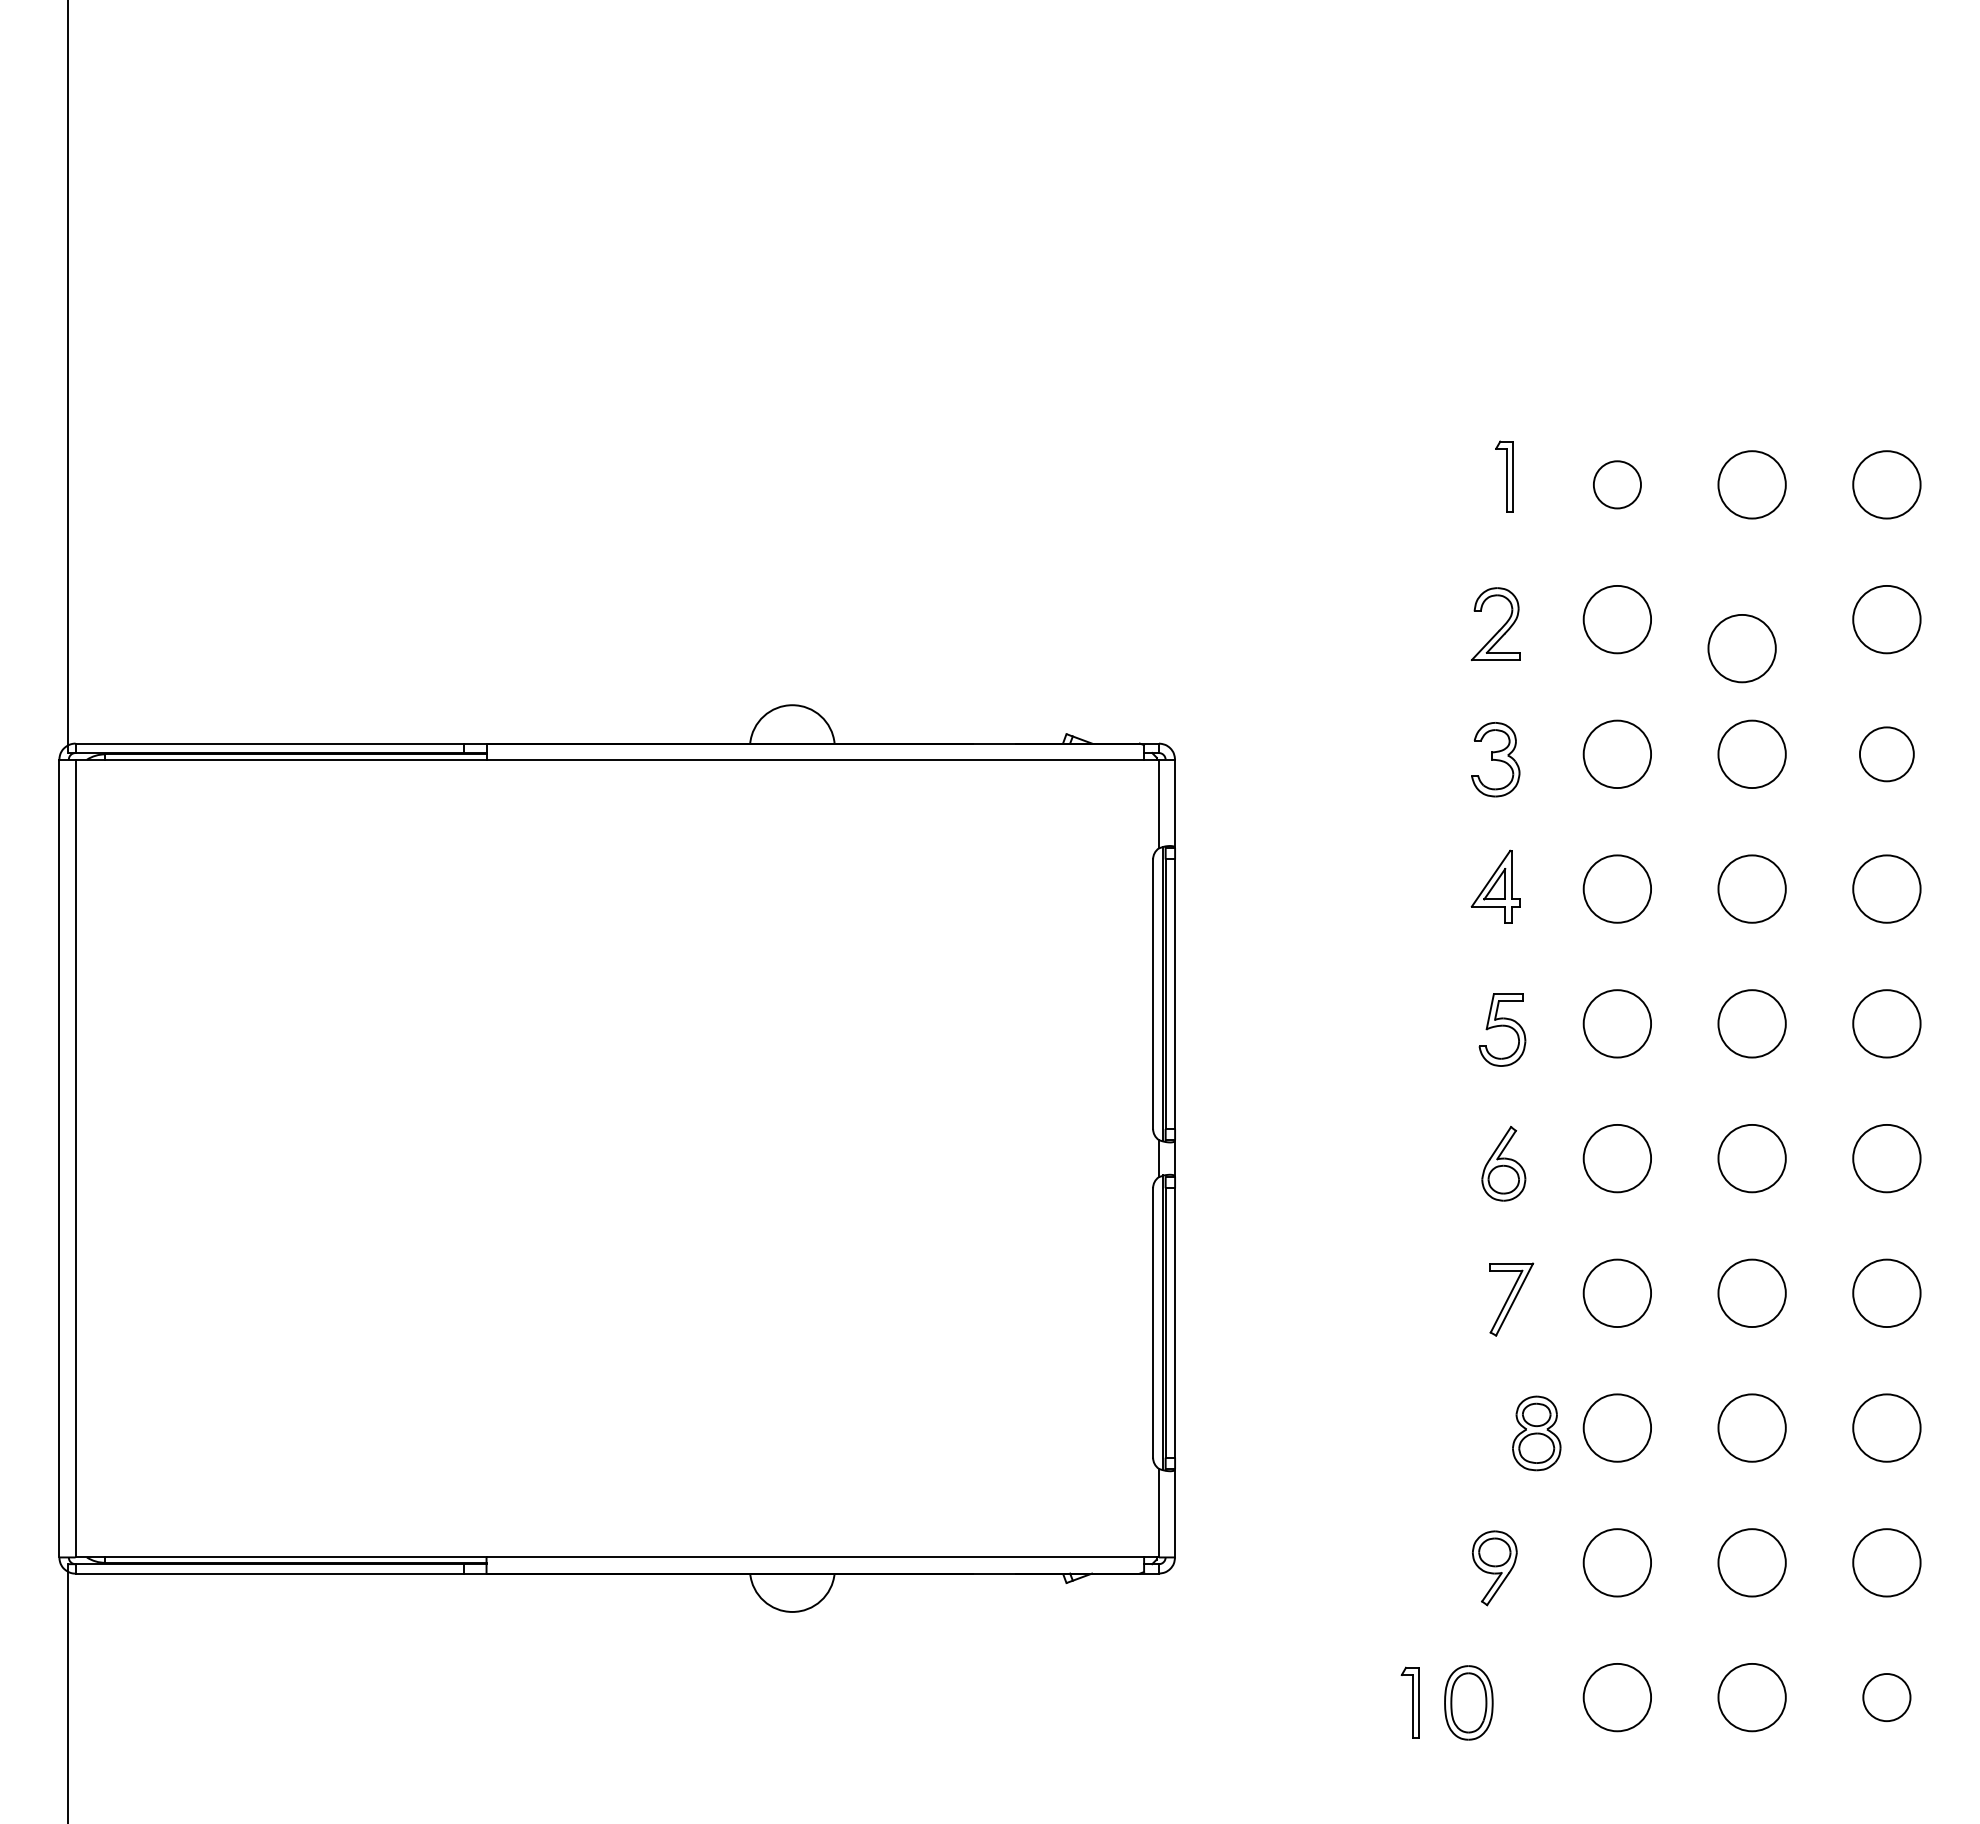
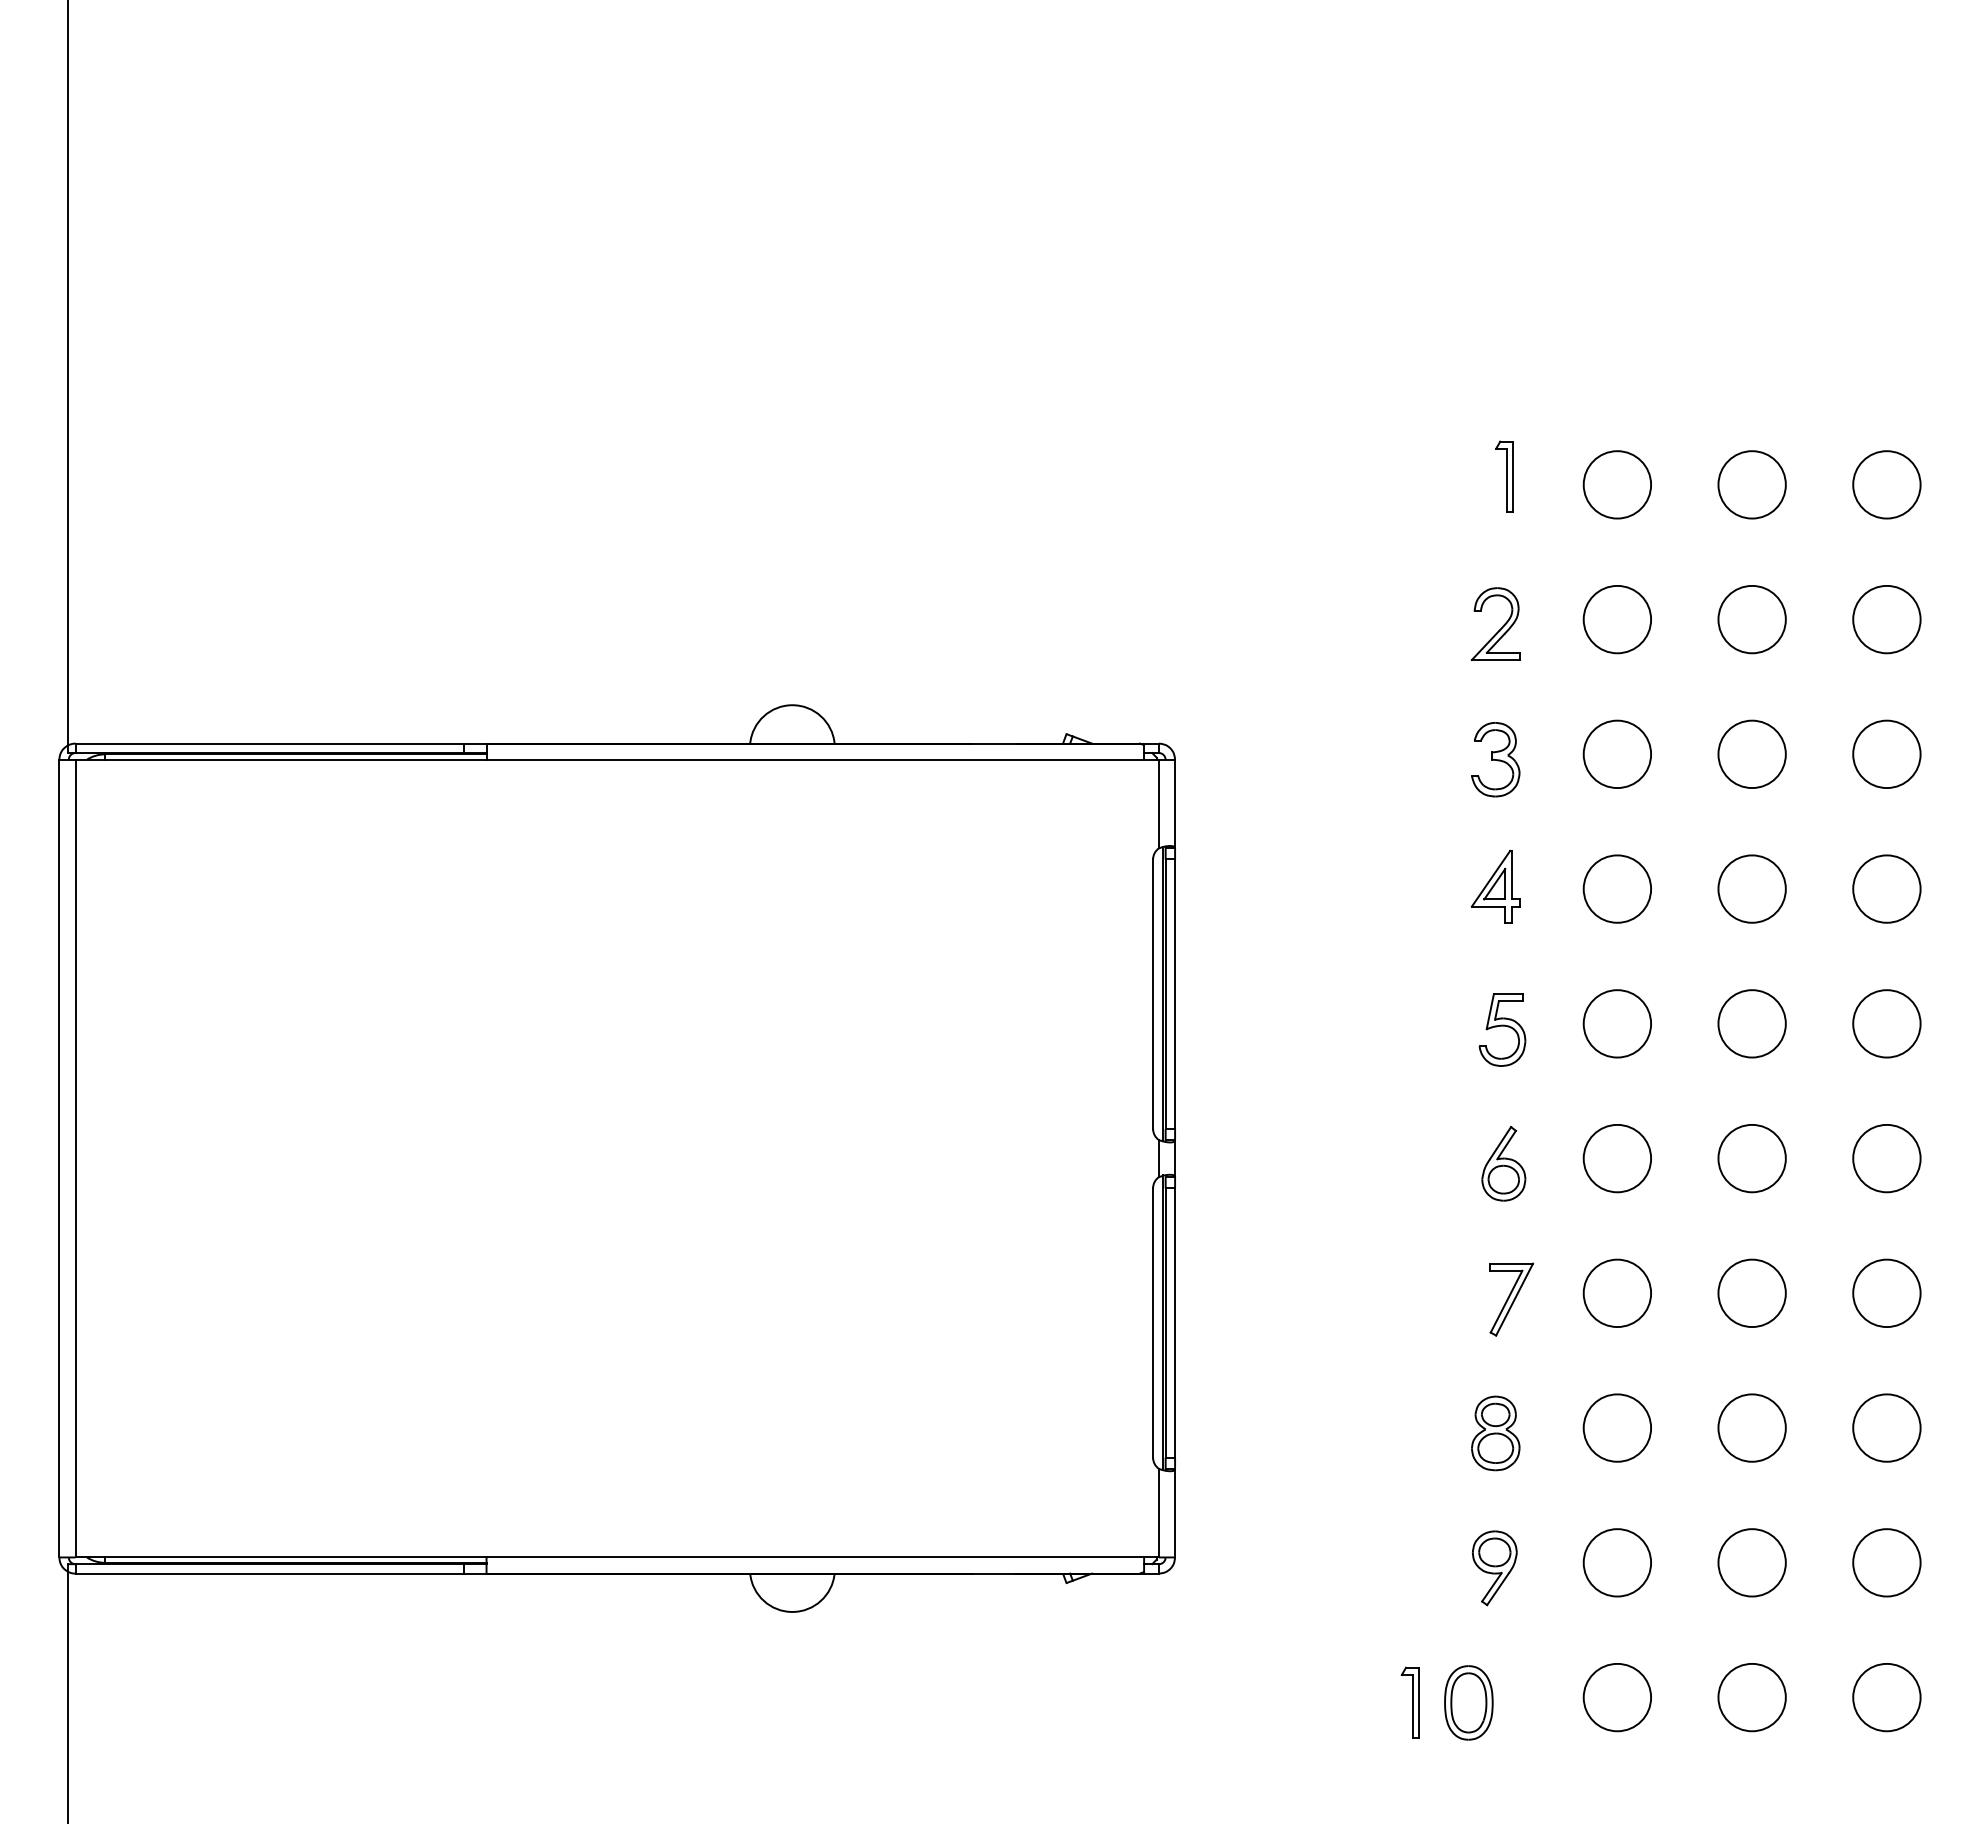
circle at (1617, 484) diameter: 47 px -> 67 px
circle at (1741, 648) position: (1741, 648) -> (1751, 619)
circle at (1886, 754) diameter: 54 px -> 67 px
part at (1536, 1433) position: (1536, 1433) -> (1495, 1433)
circle at (1886, 1697) diameter: 47 px -> 67 px
